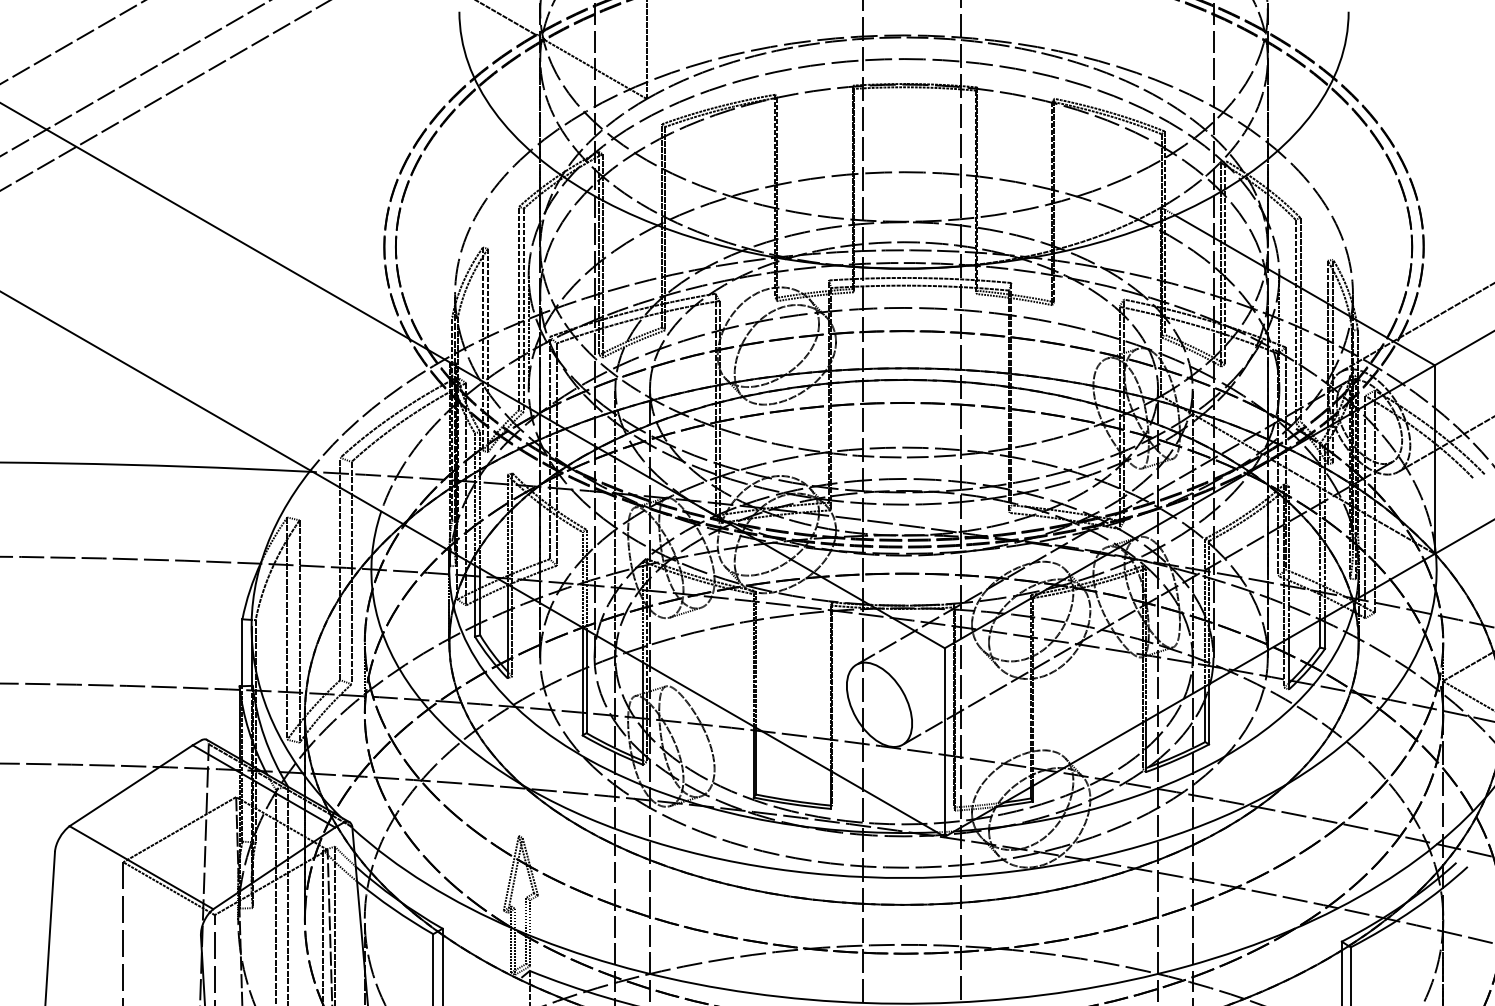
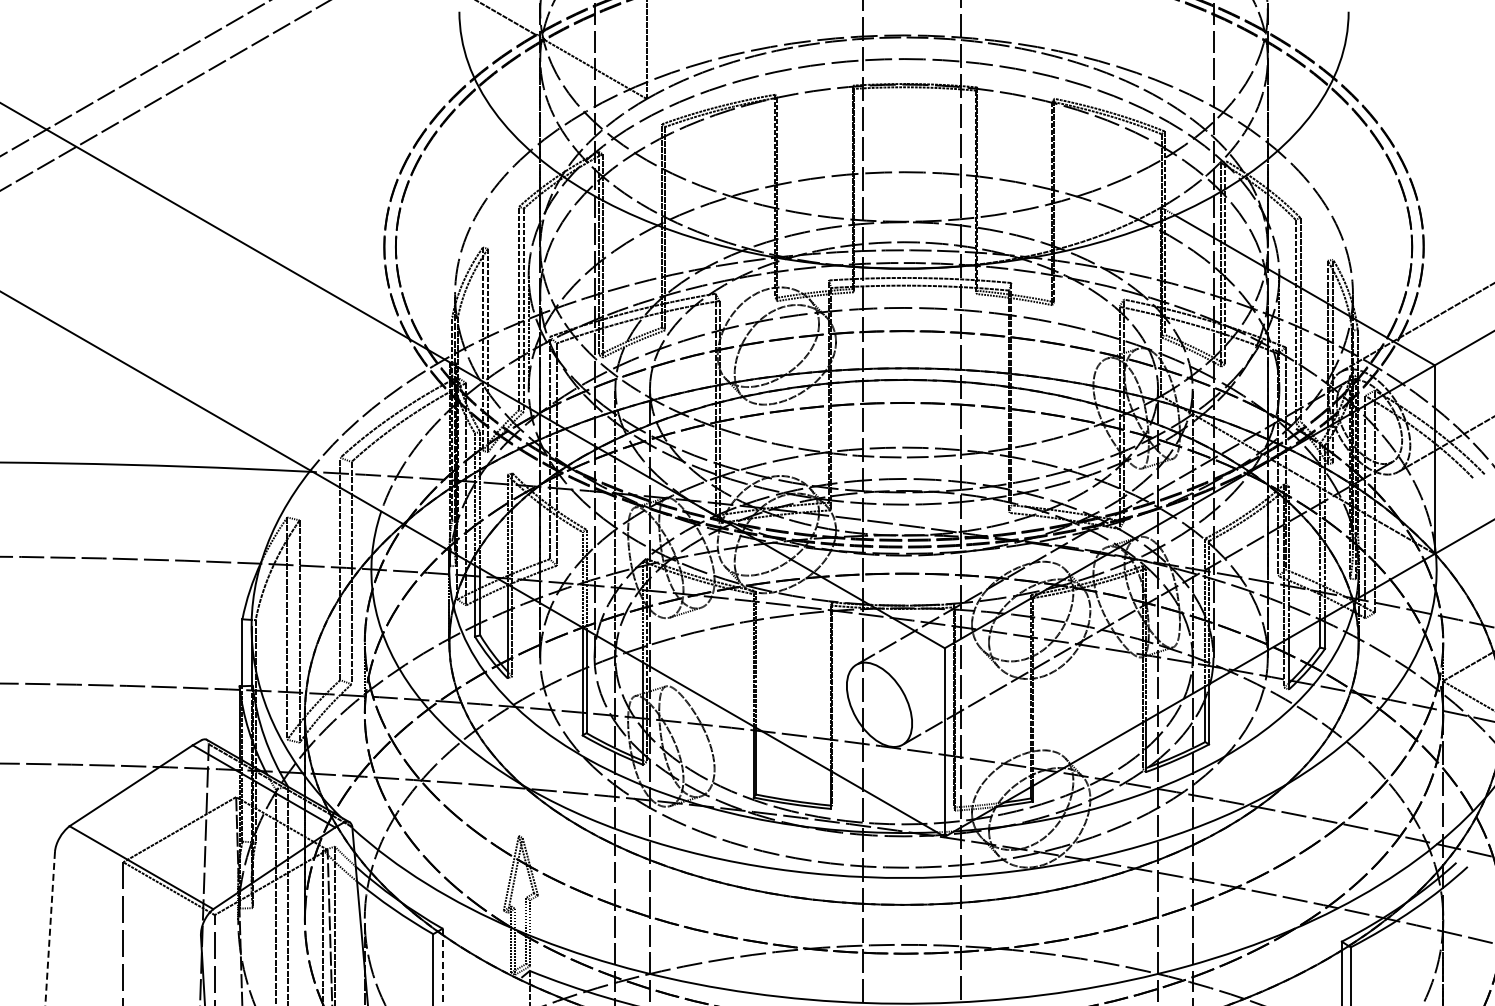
line at (72, 42): present -> none
line at (50, 928): solid -> dashed
line at (442, 967): solid -> dashed
